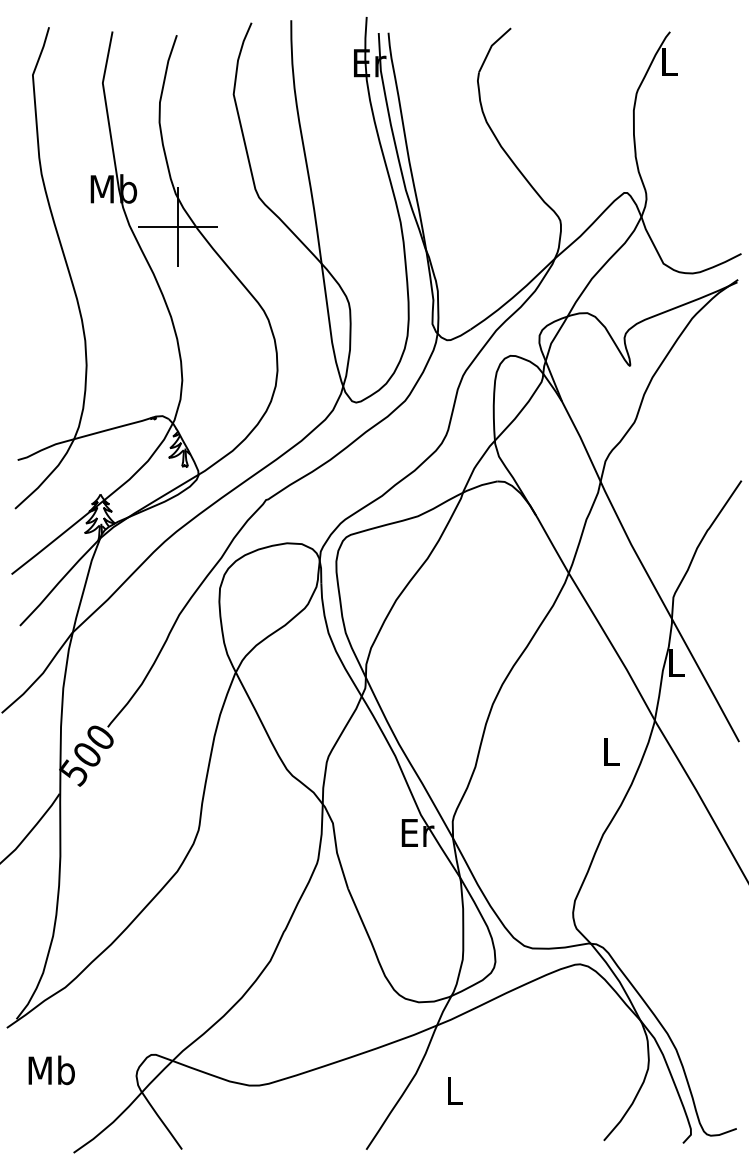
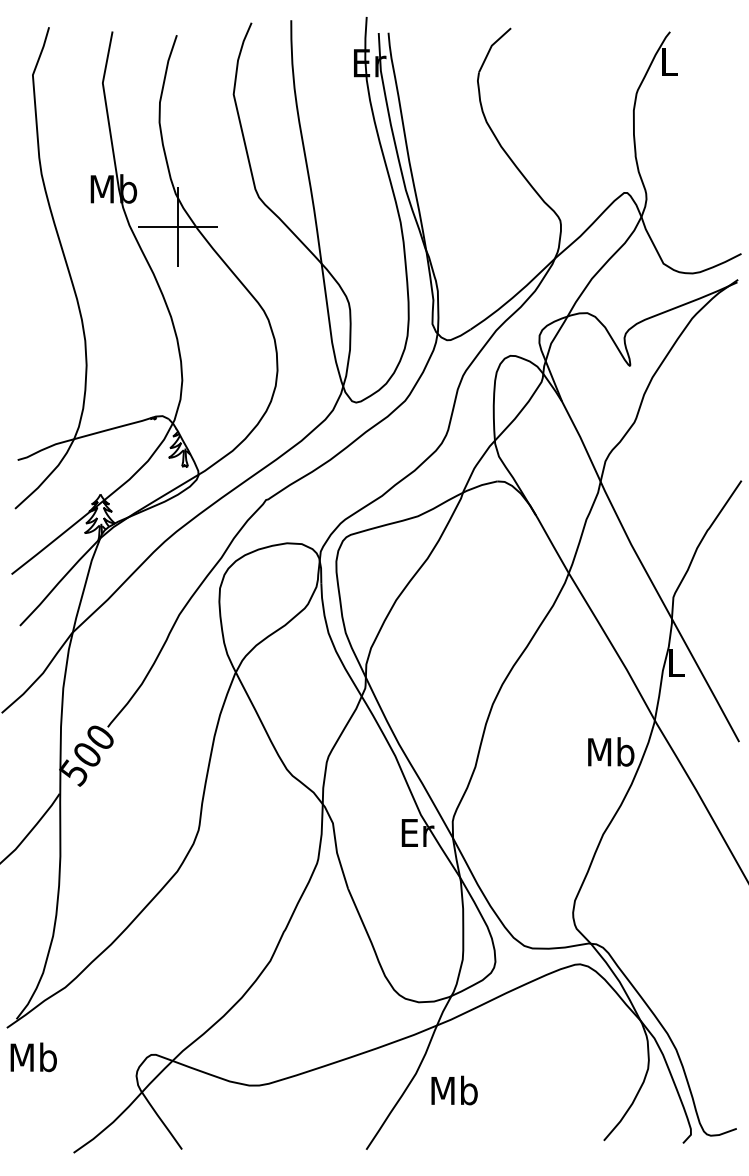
text at (611, 751): L -> Mb
text at (51, 1070) position: (51, 1070) -> (33, 1057)
text at (454, 1090): L -> Mb
